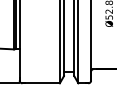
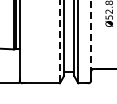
line at (91, 40): solid -> dashed
line at (59, 42): solid -> dashed
